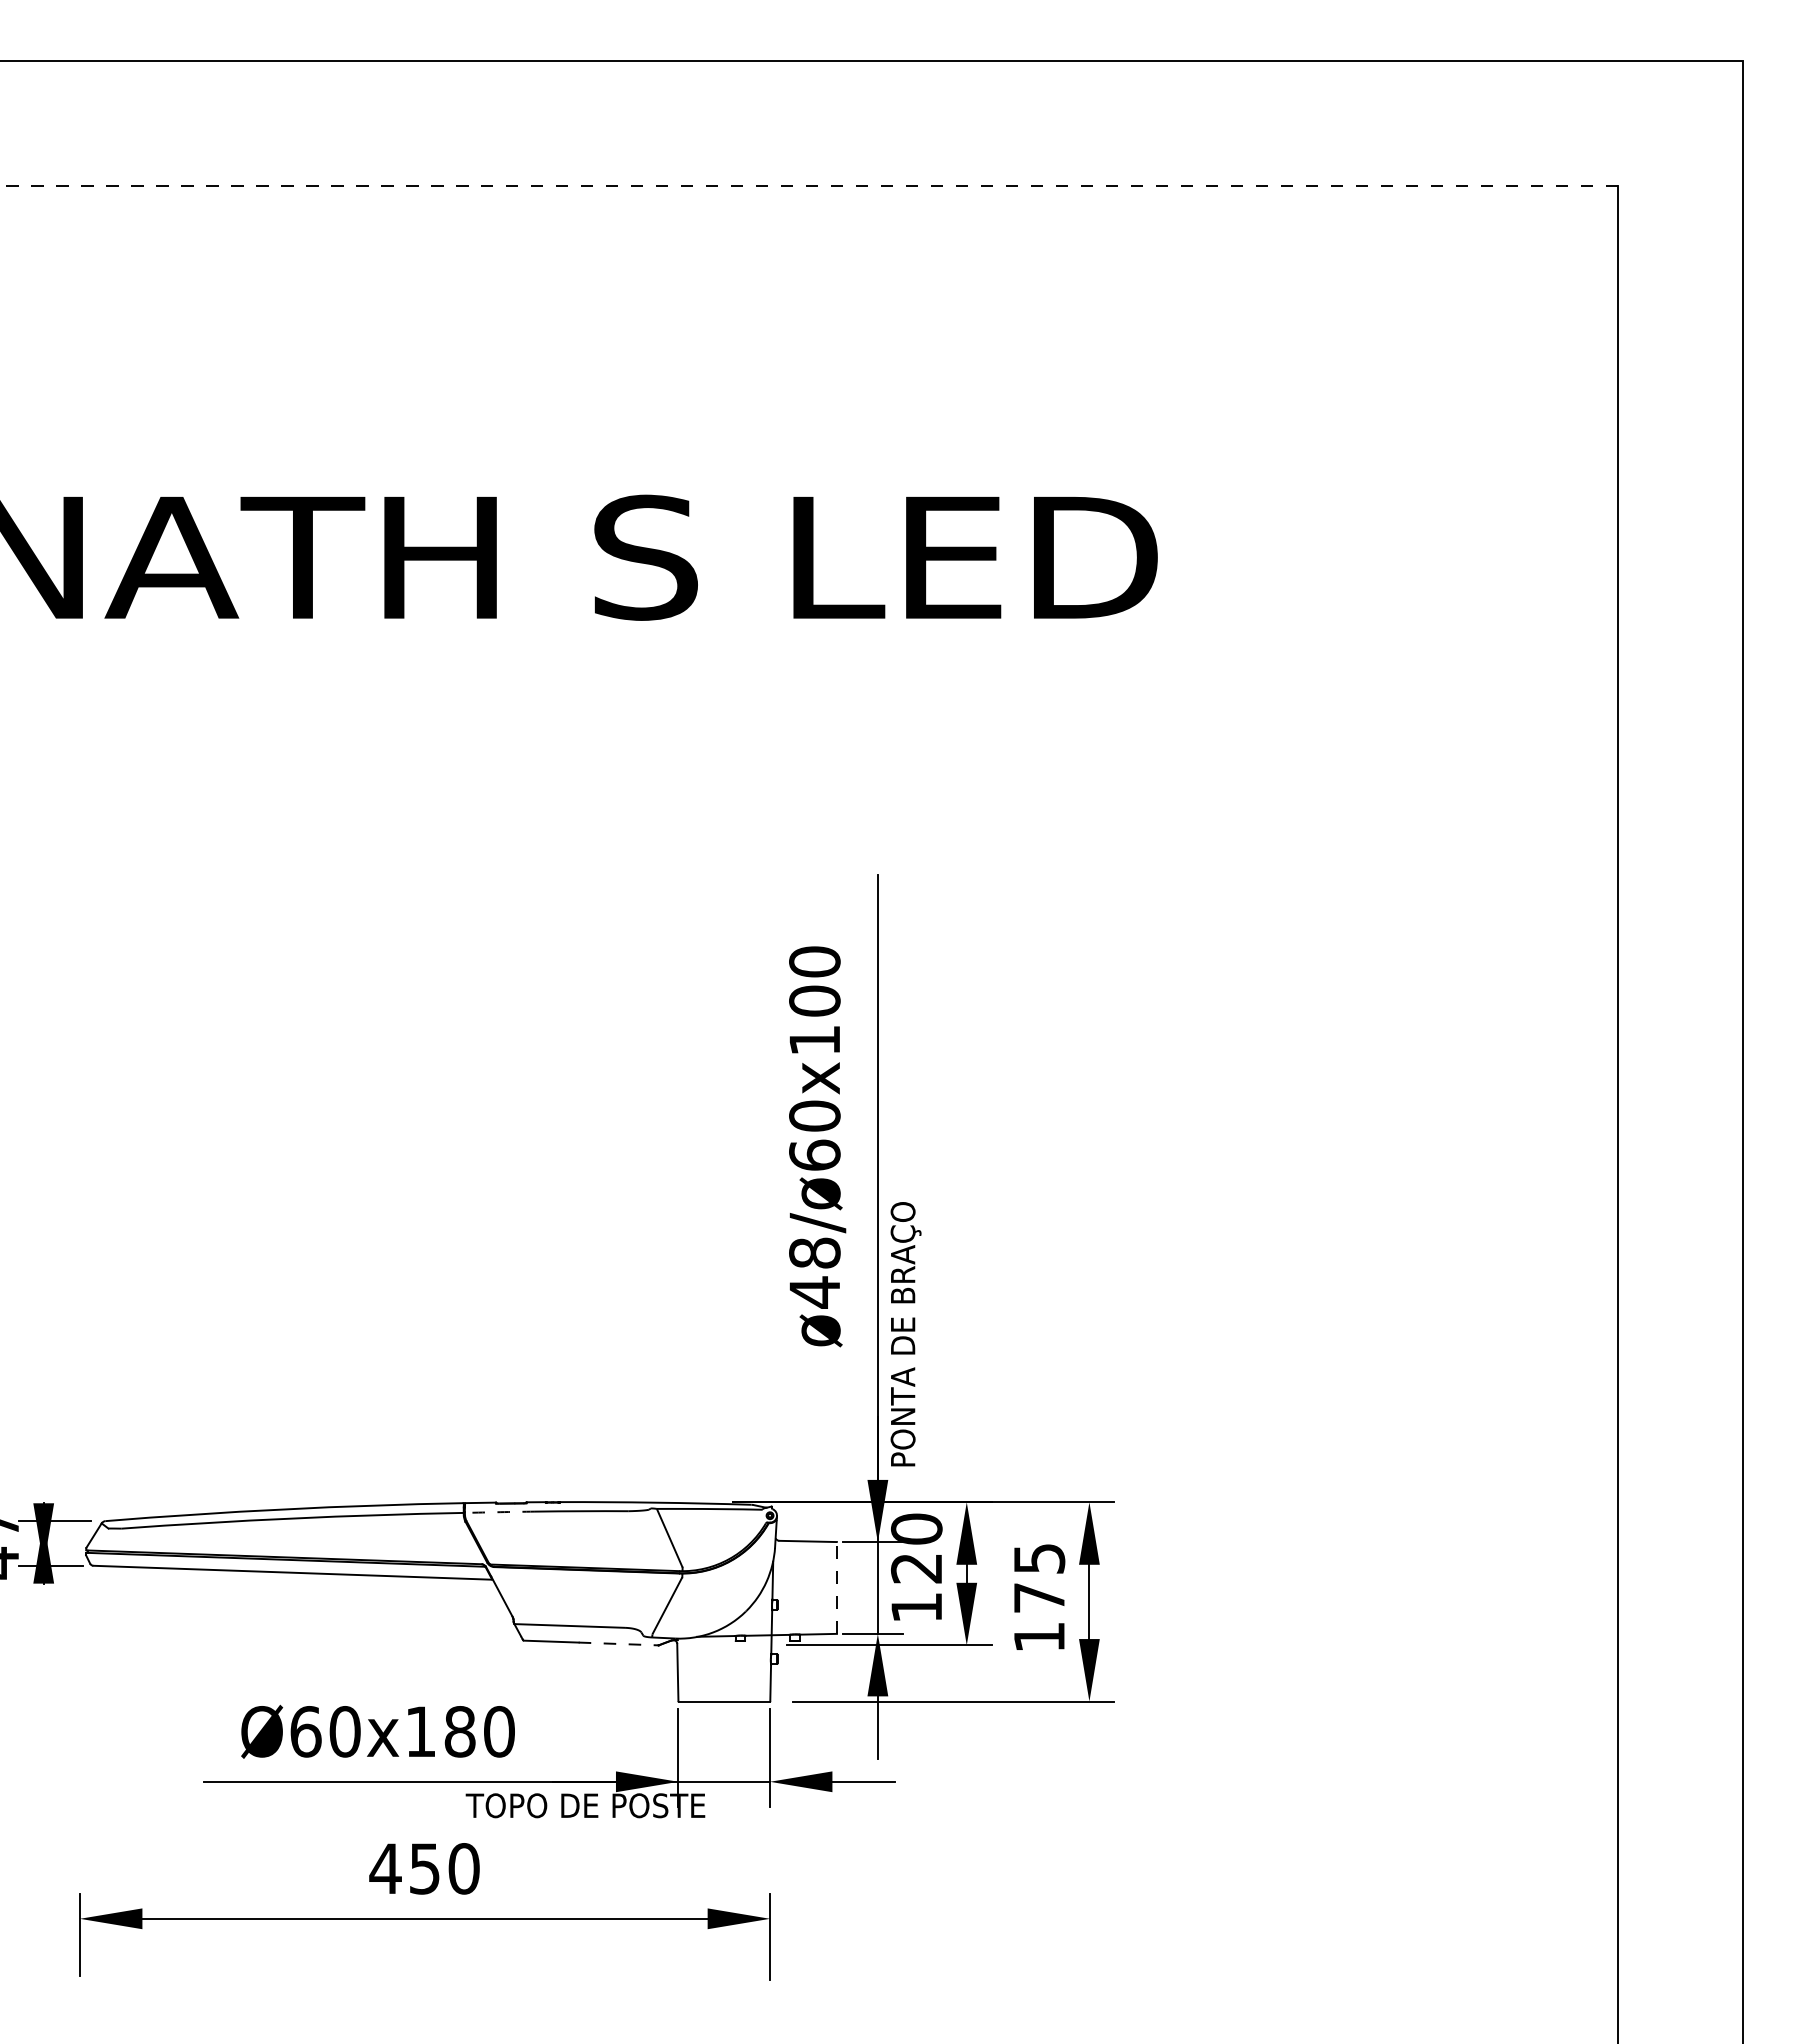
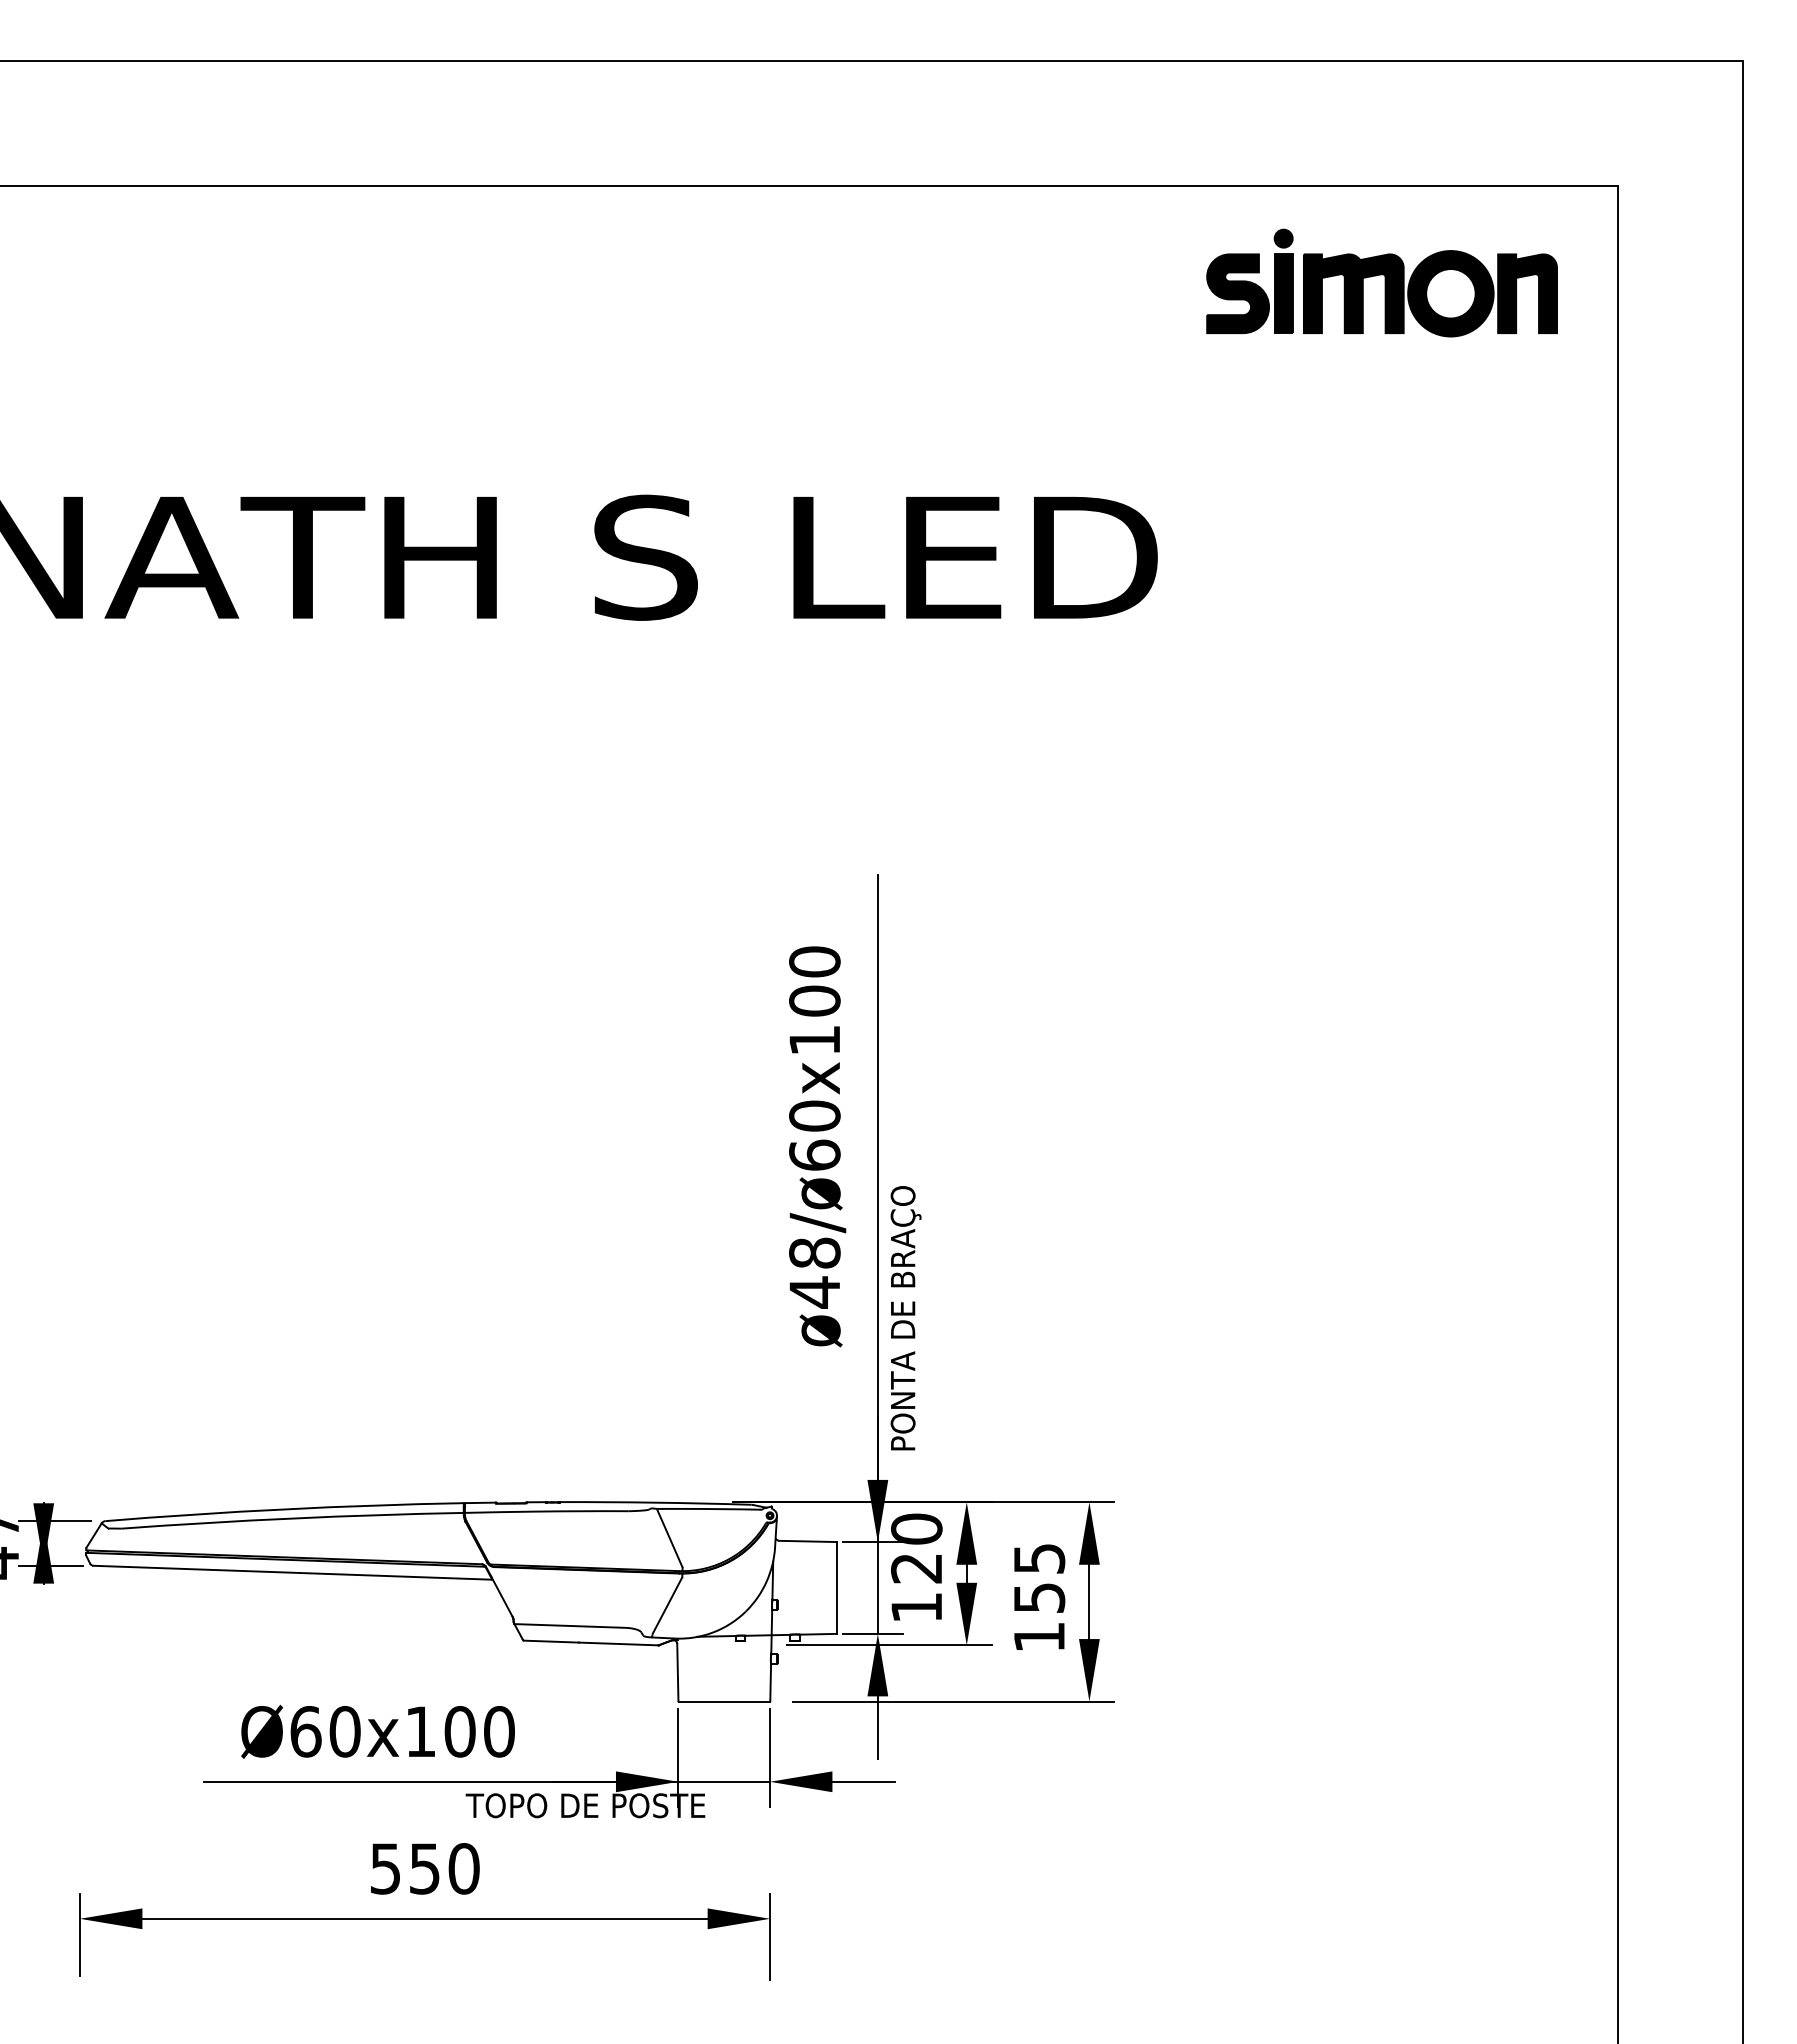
line at (809, 186): dashed -> solid
part at (1381, 282): none -> present
text at (905, 1334) position: (905, 1334) -> (905, 1318)
arc at (500, 1512): dashed -> solid
line at (837, 1587): dashed -> solid
text at (1039, 1597): 175 -> 155
line at (619, 1643): dashed -> solid
text at (459, 1731): Ø60x180 -> Ø60x100
text at (385, 1868): 450 -> 550
